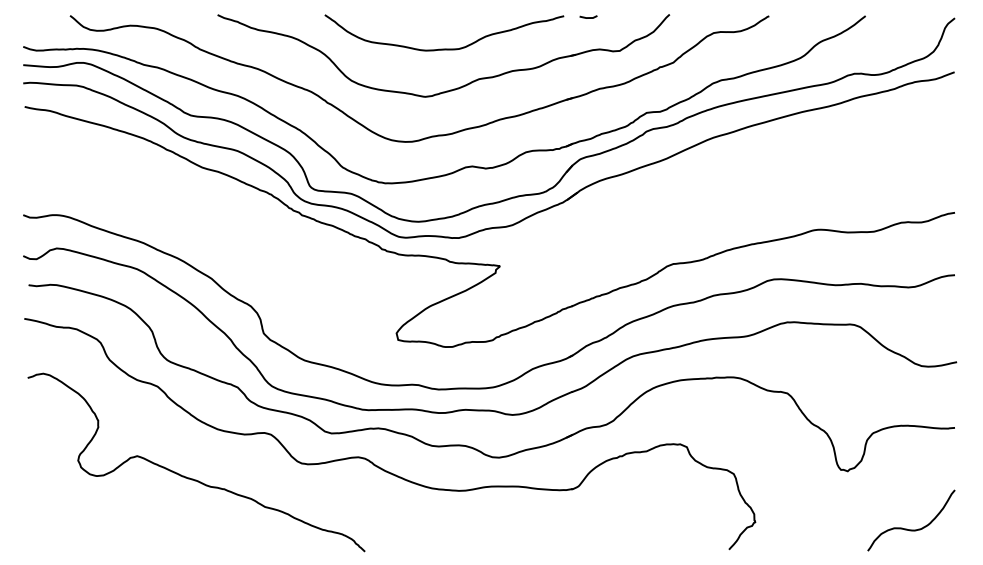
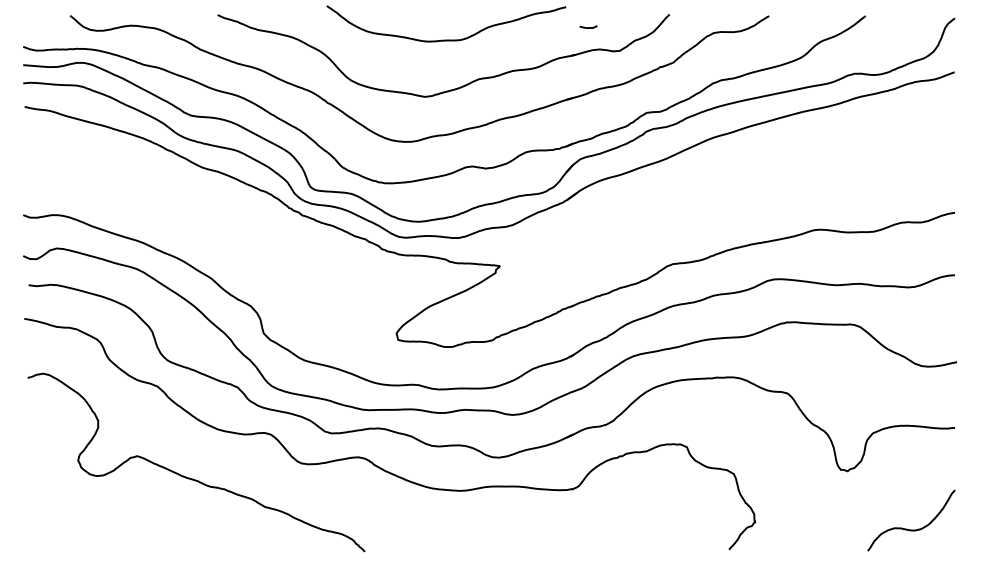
line at (588, 17) position: (588, 17) -> (588, 27)
curve at (444, 48) position: (444, 48) -> (446, 39)
